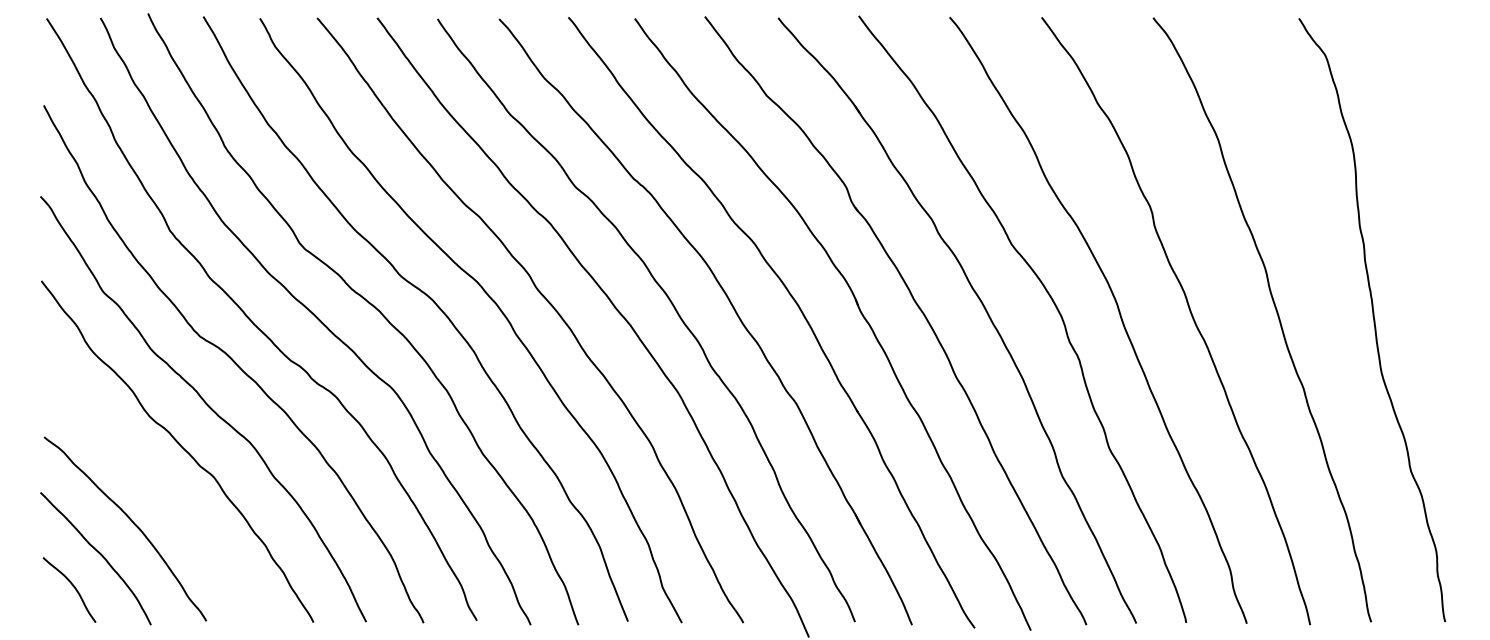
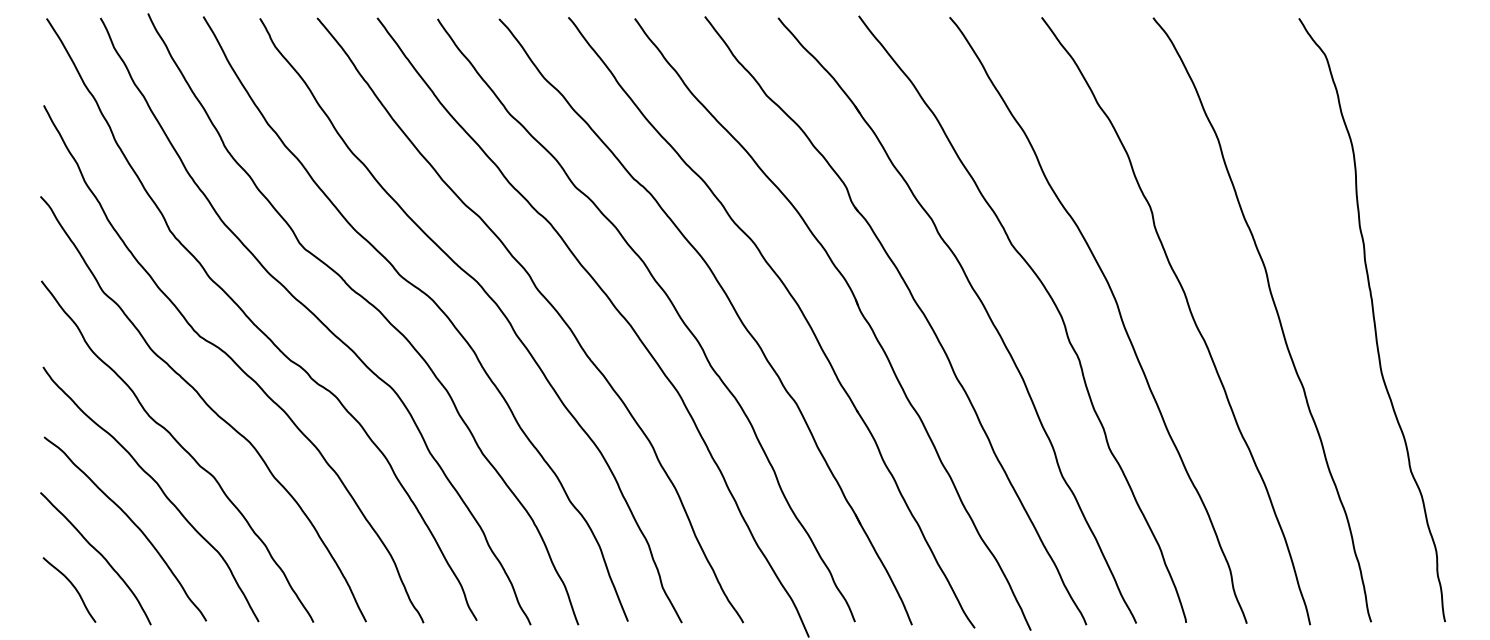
curve at (159, 488): none -> present
